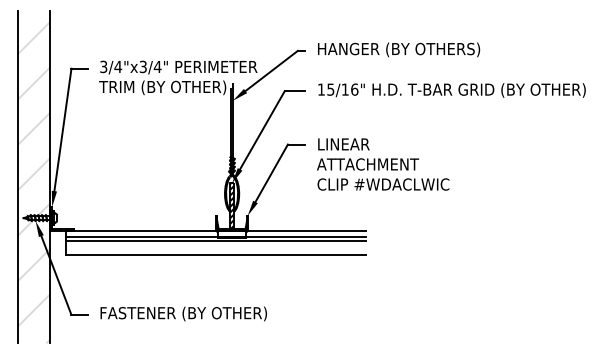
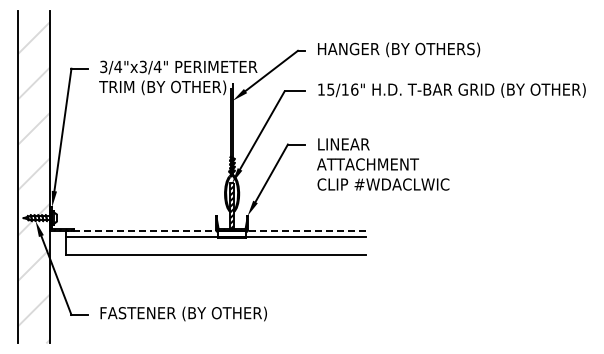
line at (216, 231): solid -> dashed
line at (215, 241): present -> none
